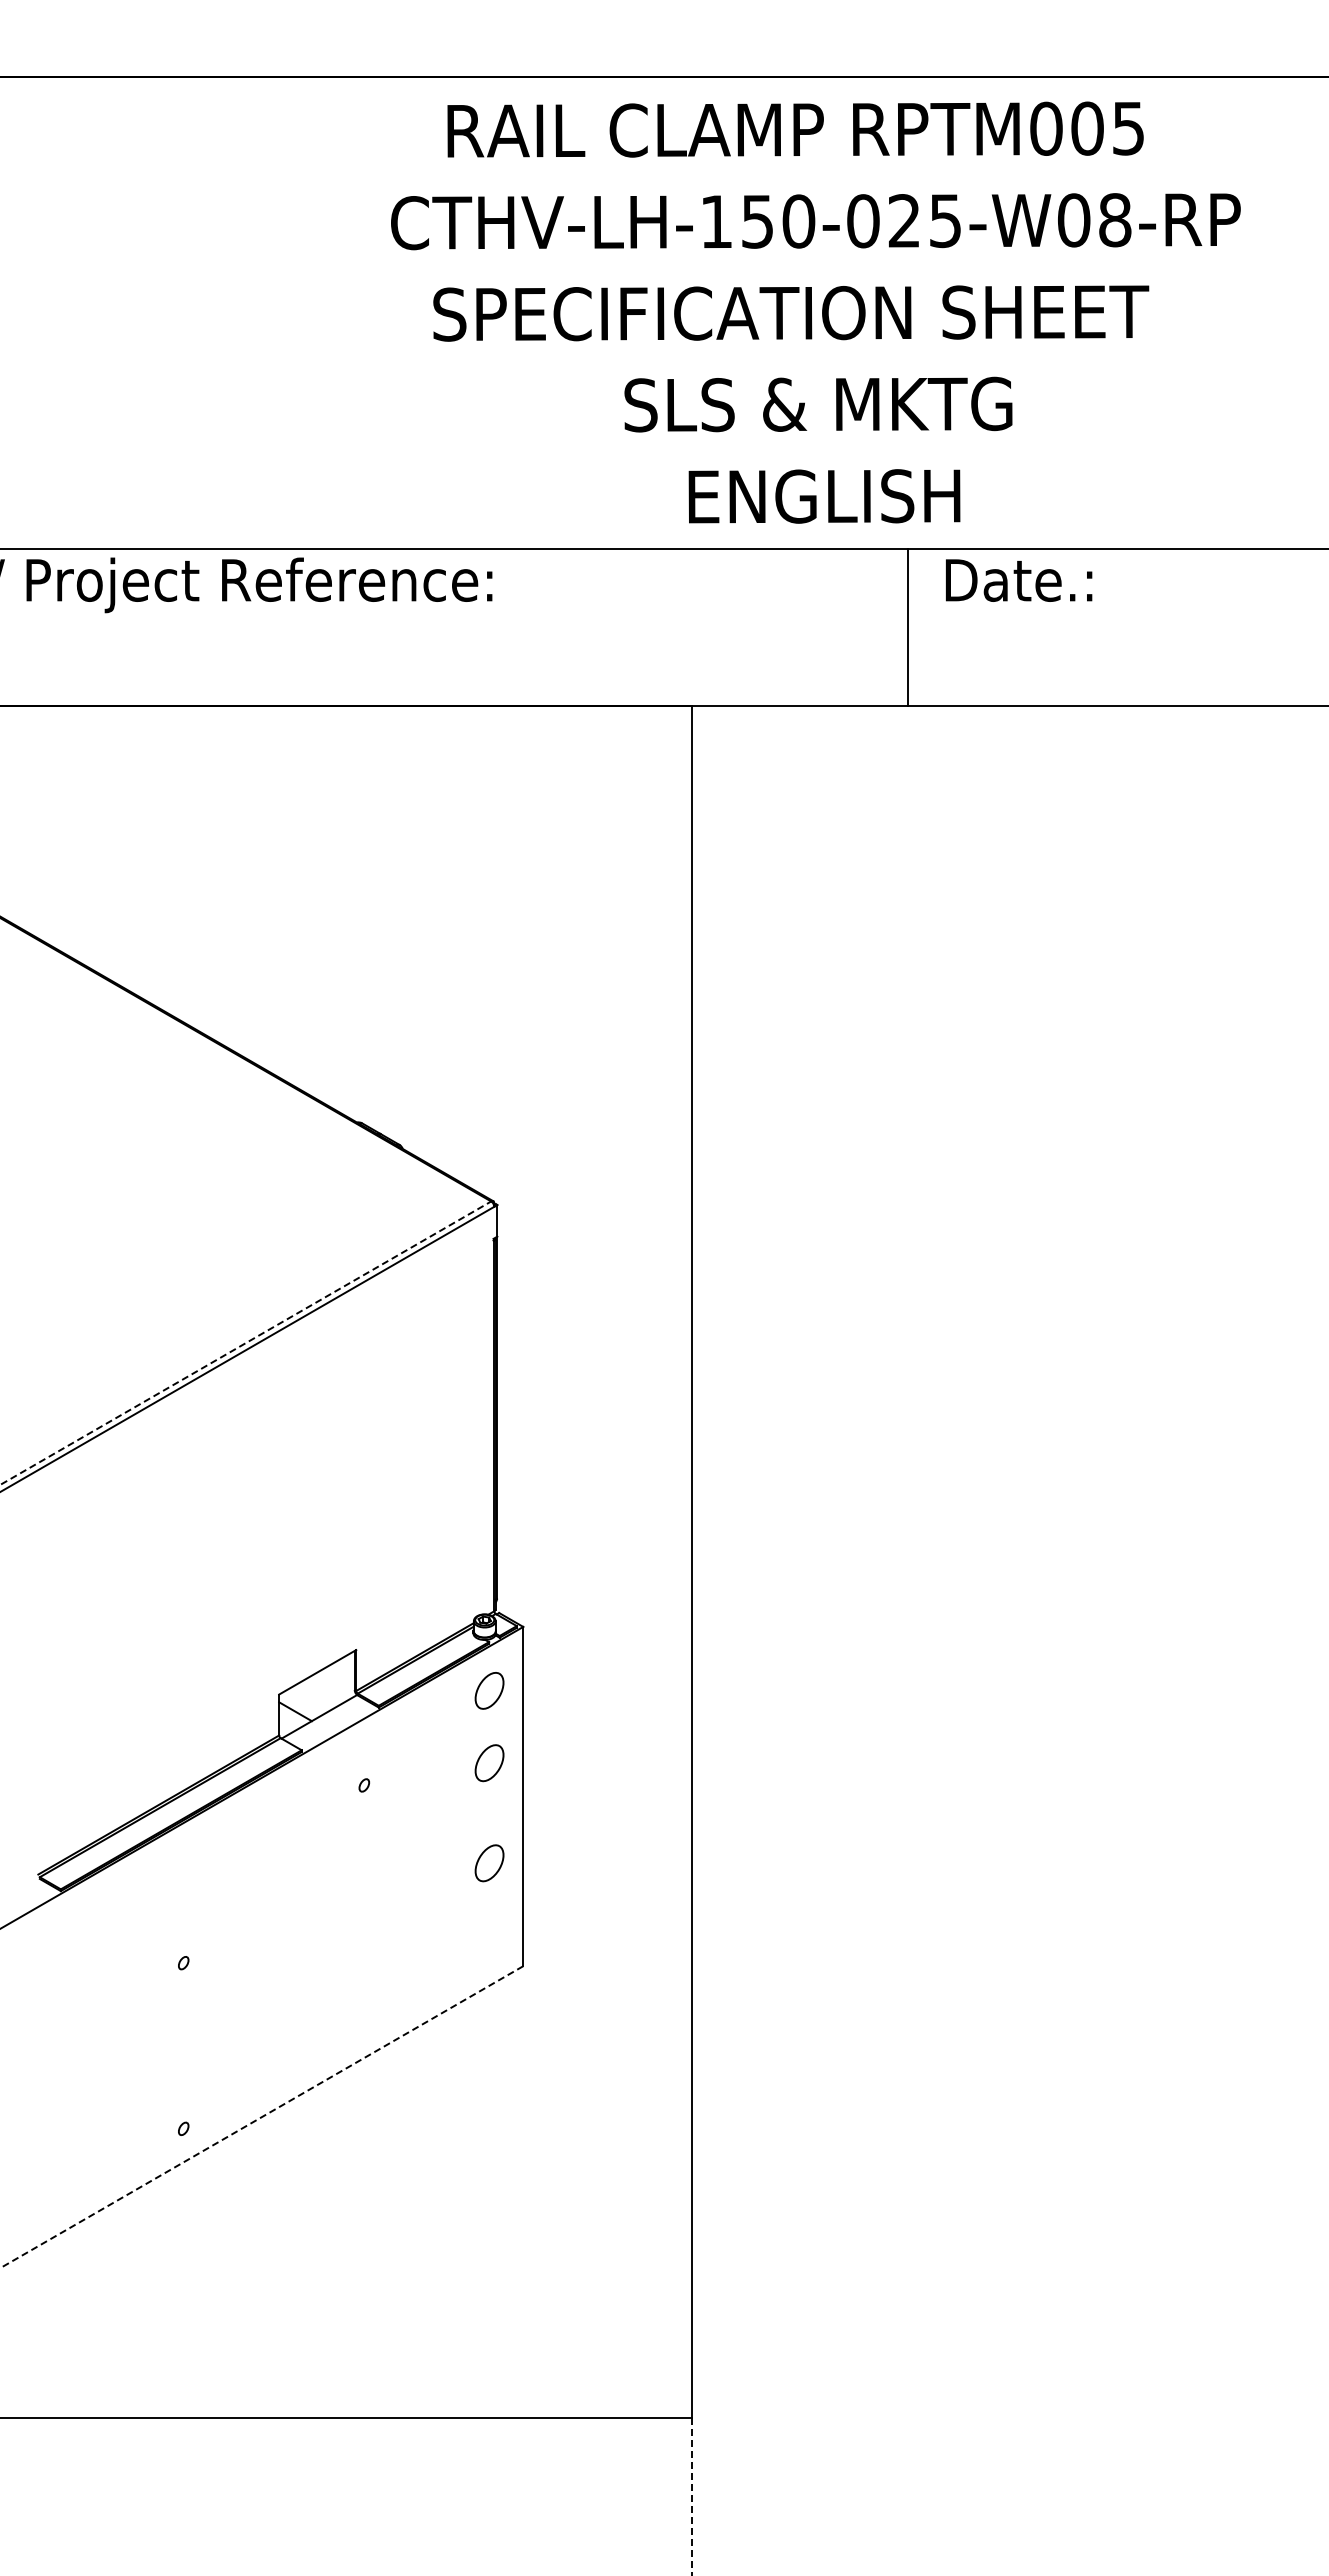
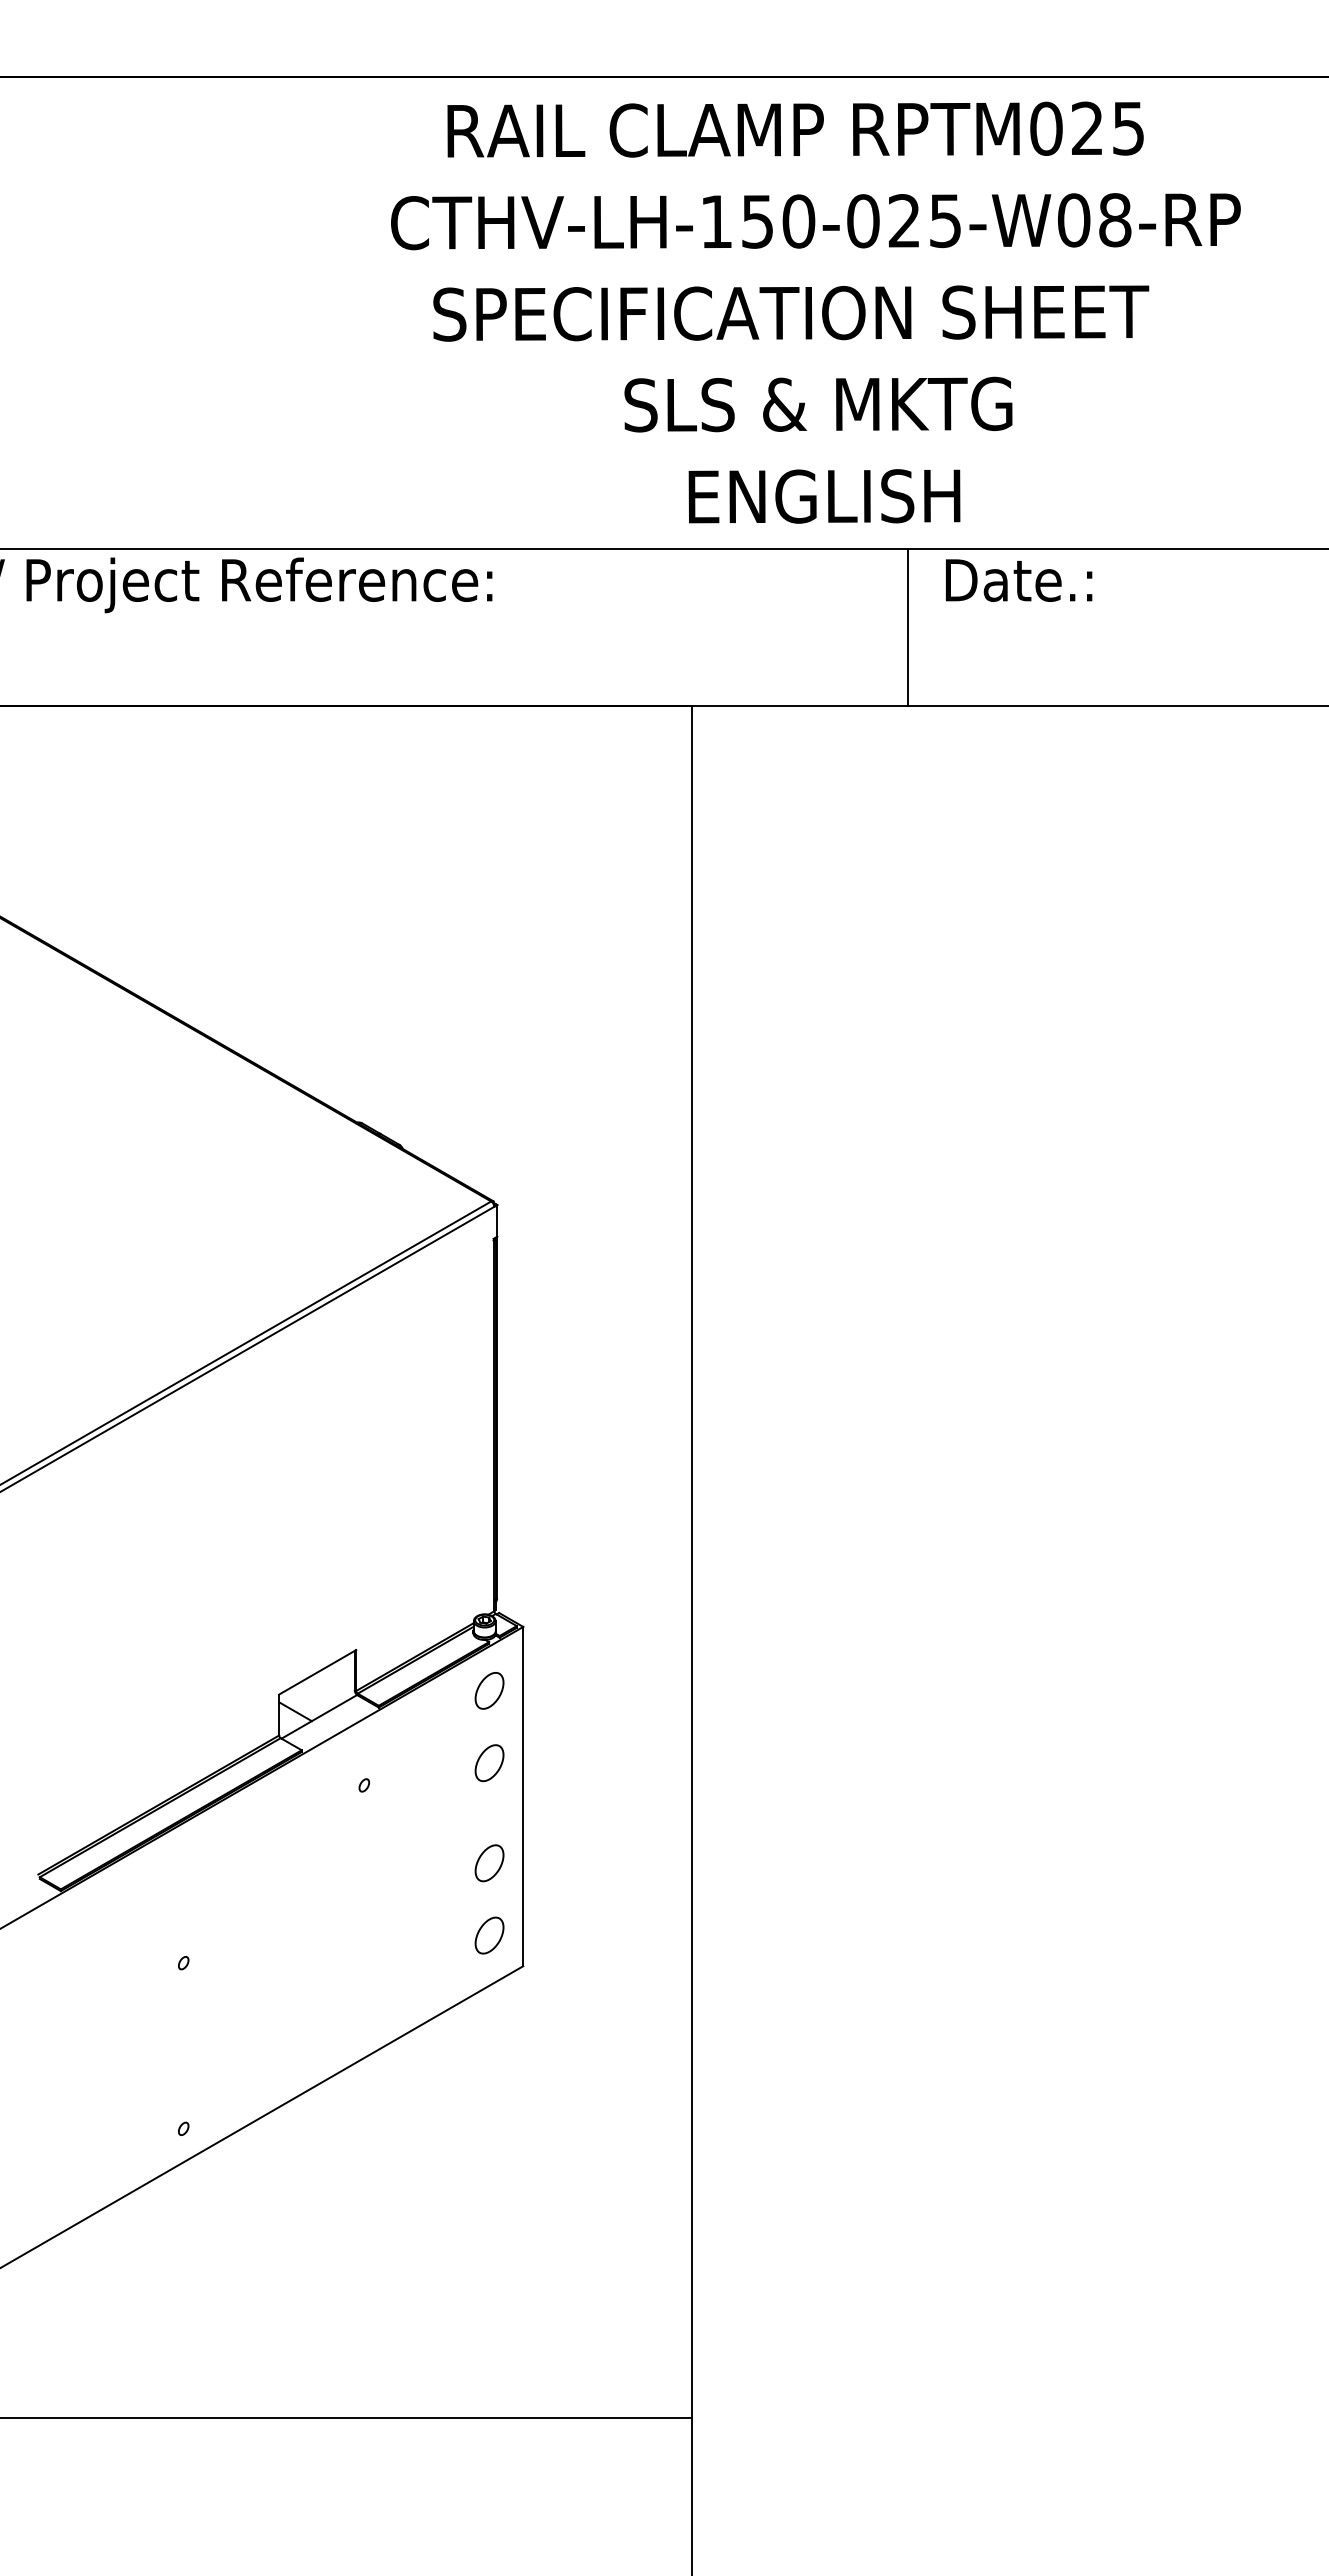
text at (1087, 128): RPTM005 -> RPTM025
line at (246, 1342): dashed -> solid
part at (489, 1935): none -> present
line at (262, 2117): dashed -> solid
line at (692, 2496): dashed -> solid
